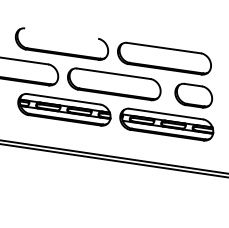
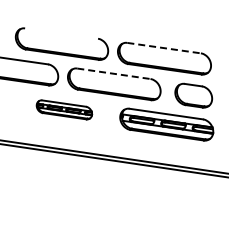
line at (164, 48): solid -> dashed
line at (113, 73): solid -> dashed
part at (64, 109) size: 95x34 px -> 59x22 px
